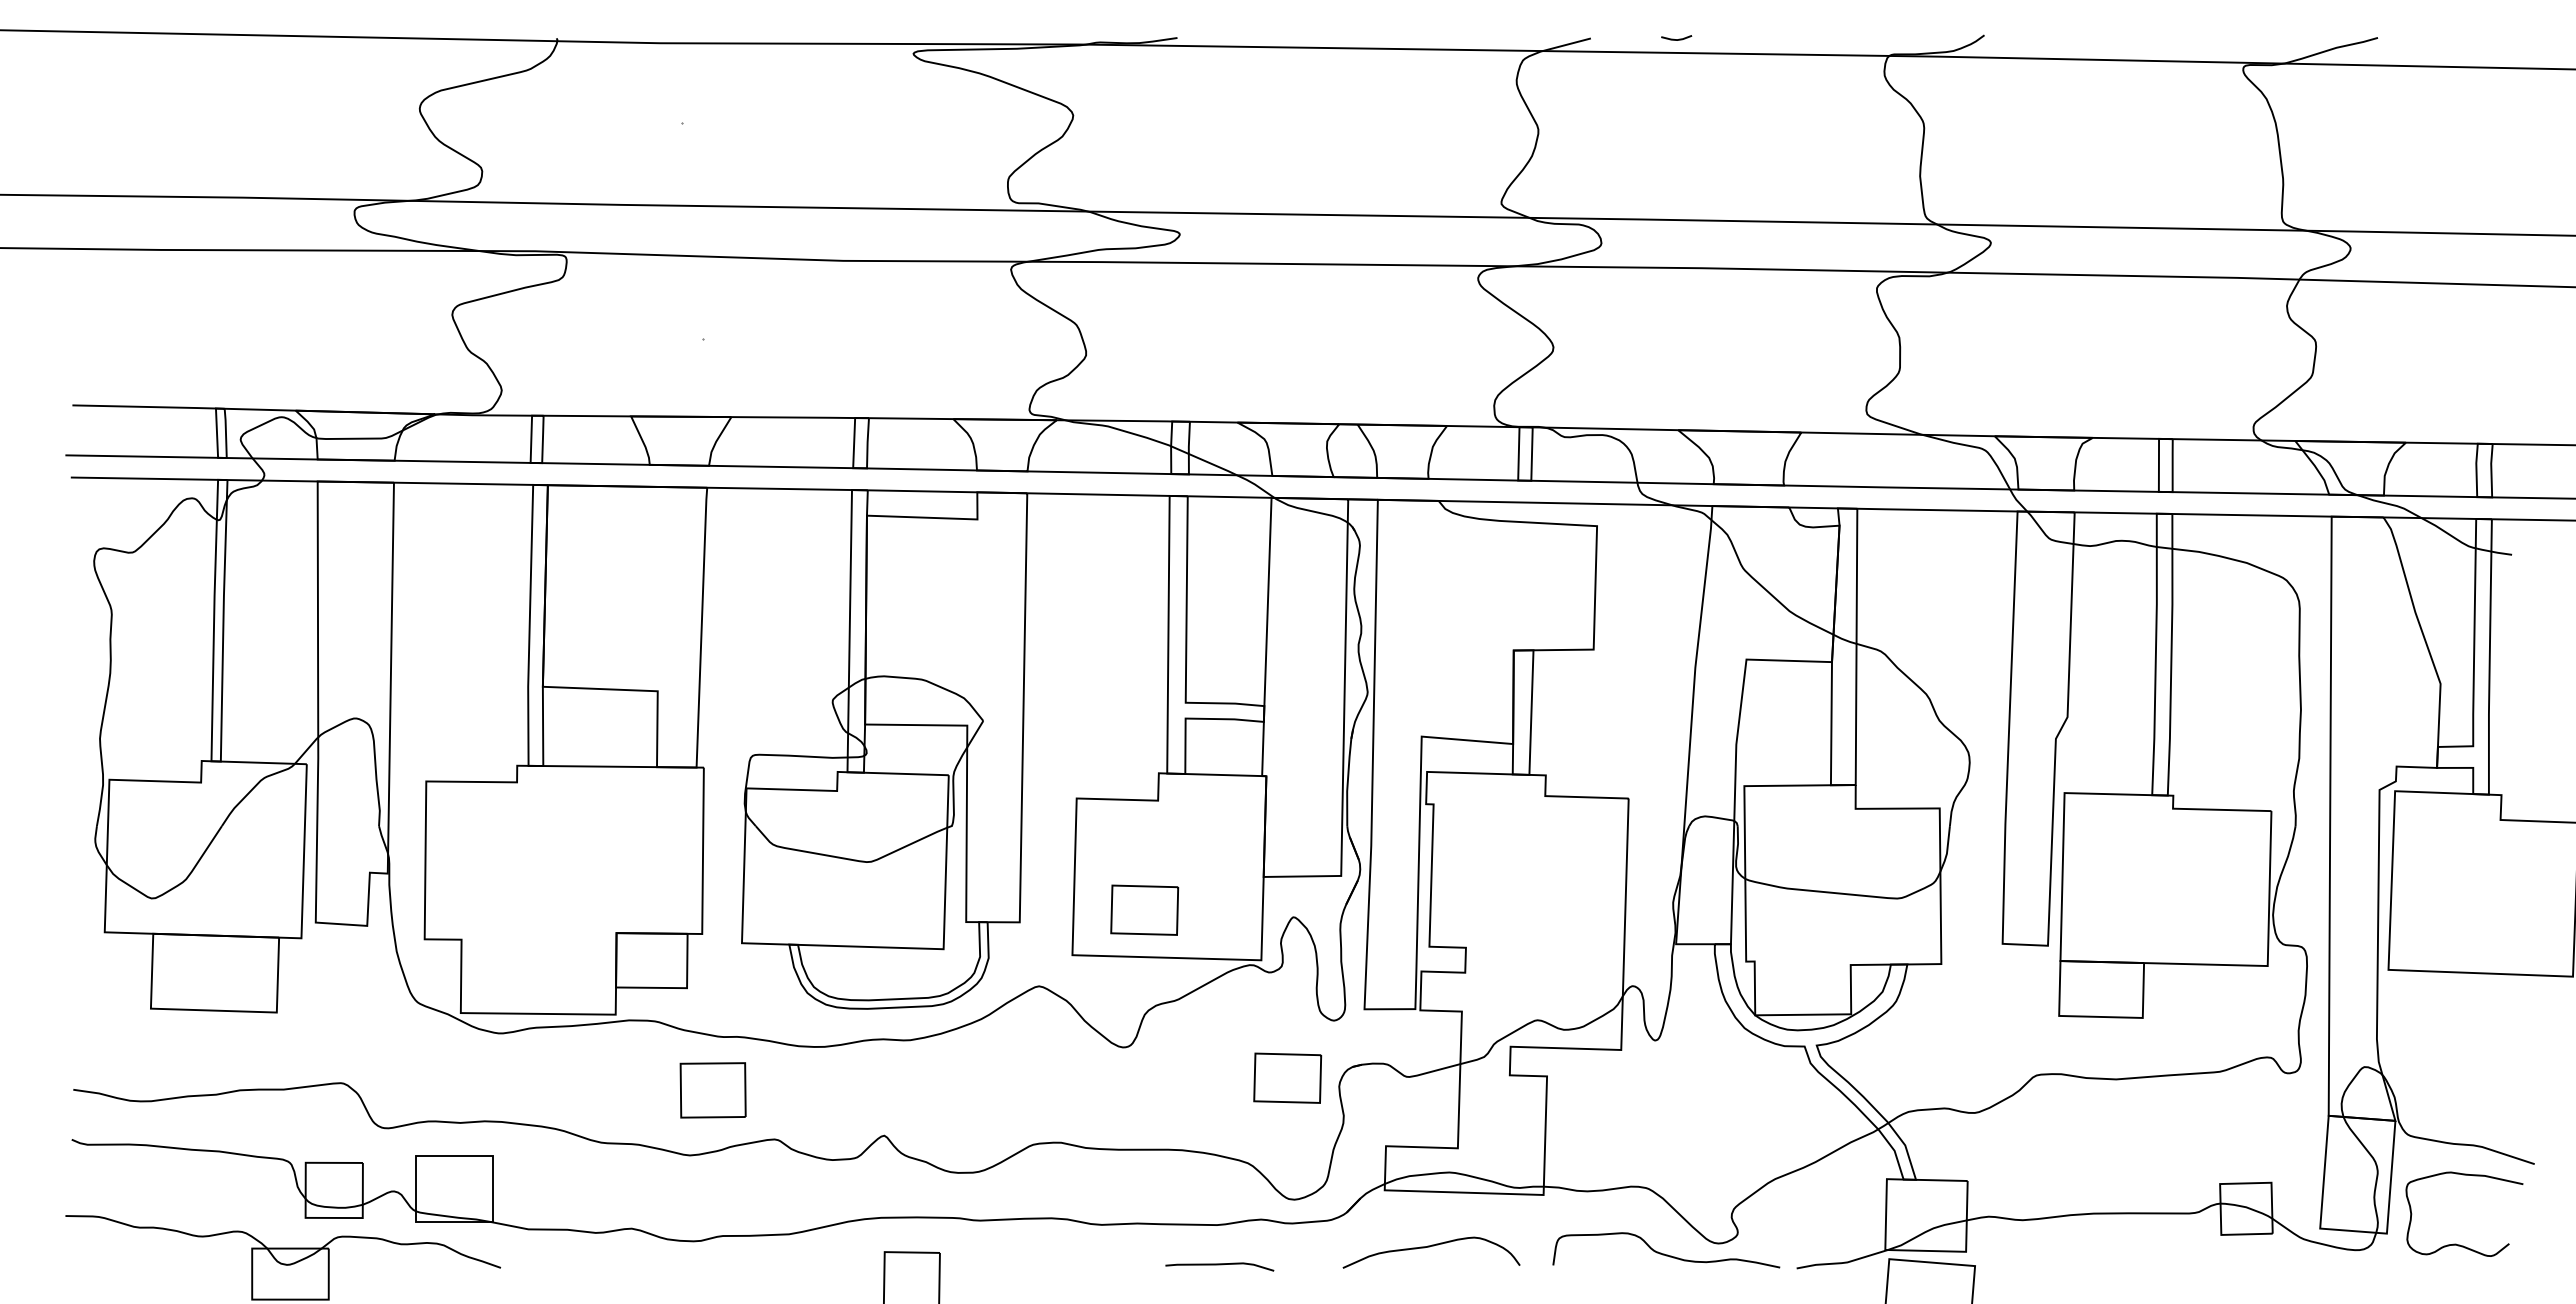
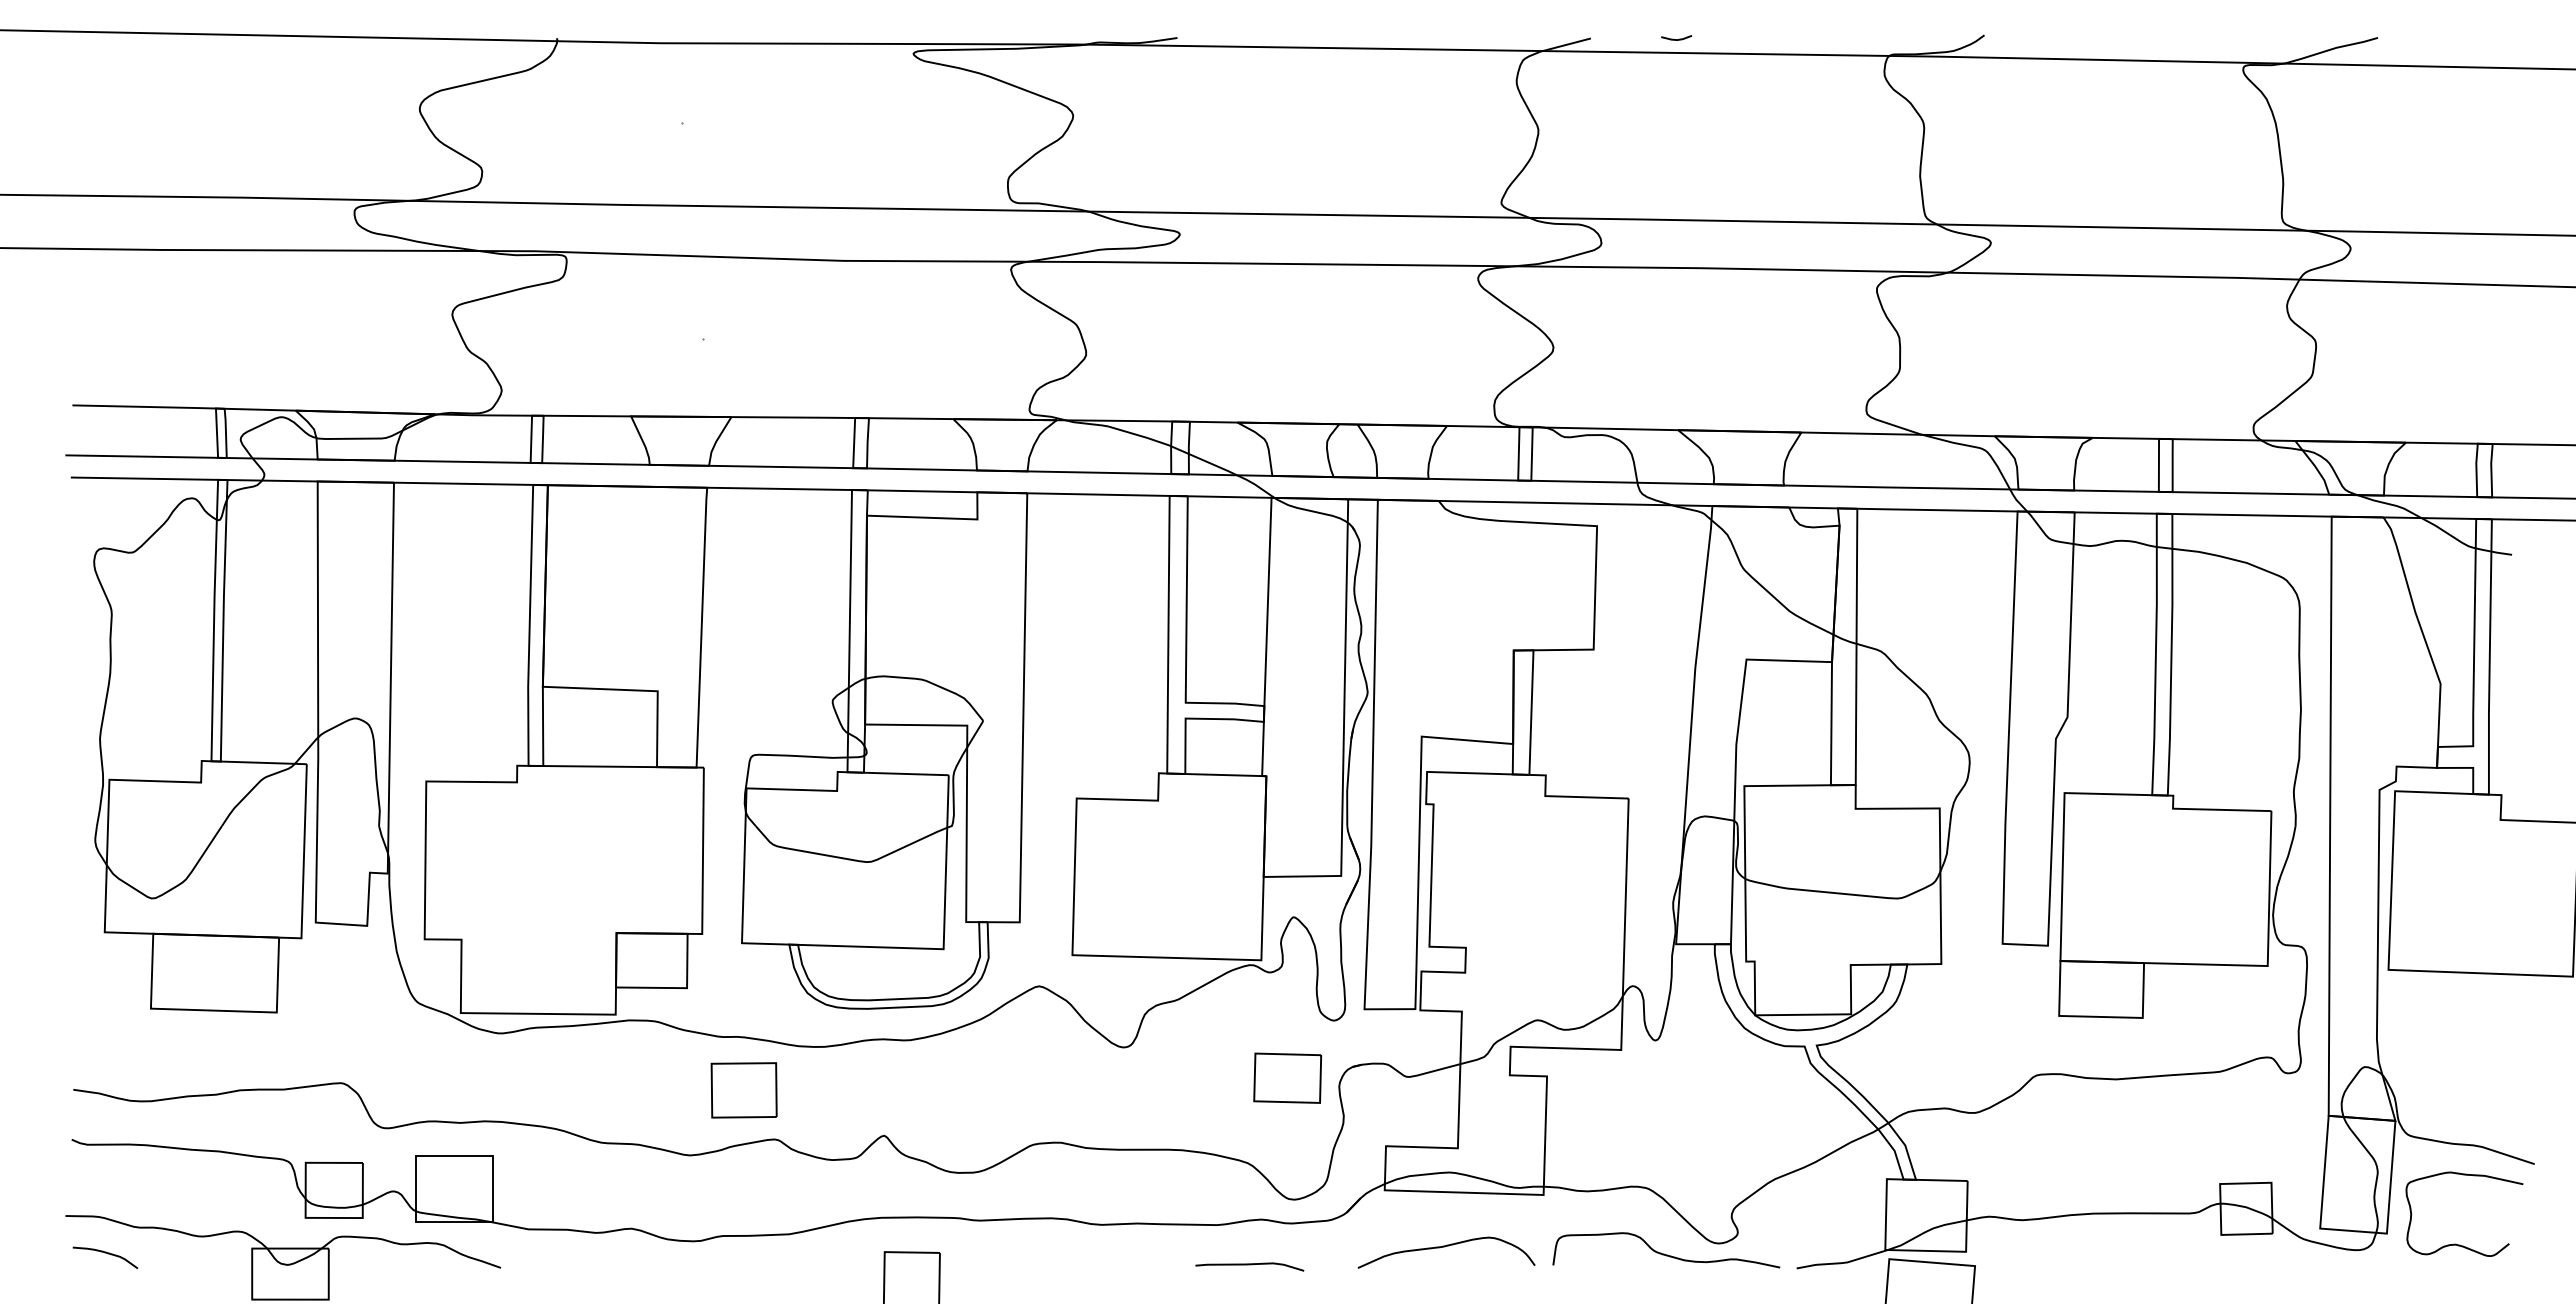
part at (1144, 909): present -> none
part at (712, 1090) position: (712, 1090) -> (743, 1090)
curve at (1429, 1247) position: (1429, 1247) -> (1444, 1247)
curve at (105, 1253): none -> present
curve at (1219, 1265) position: (1219, 1265) -> (1249, 1265)
